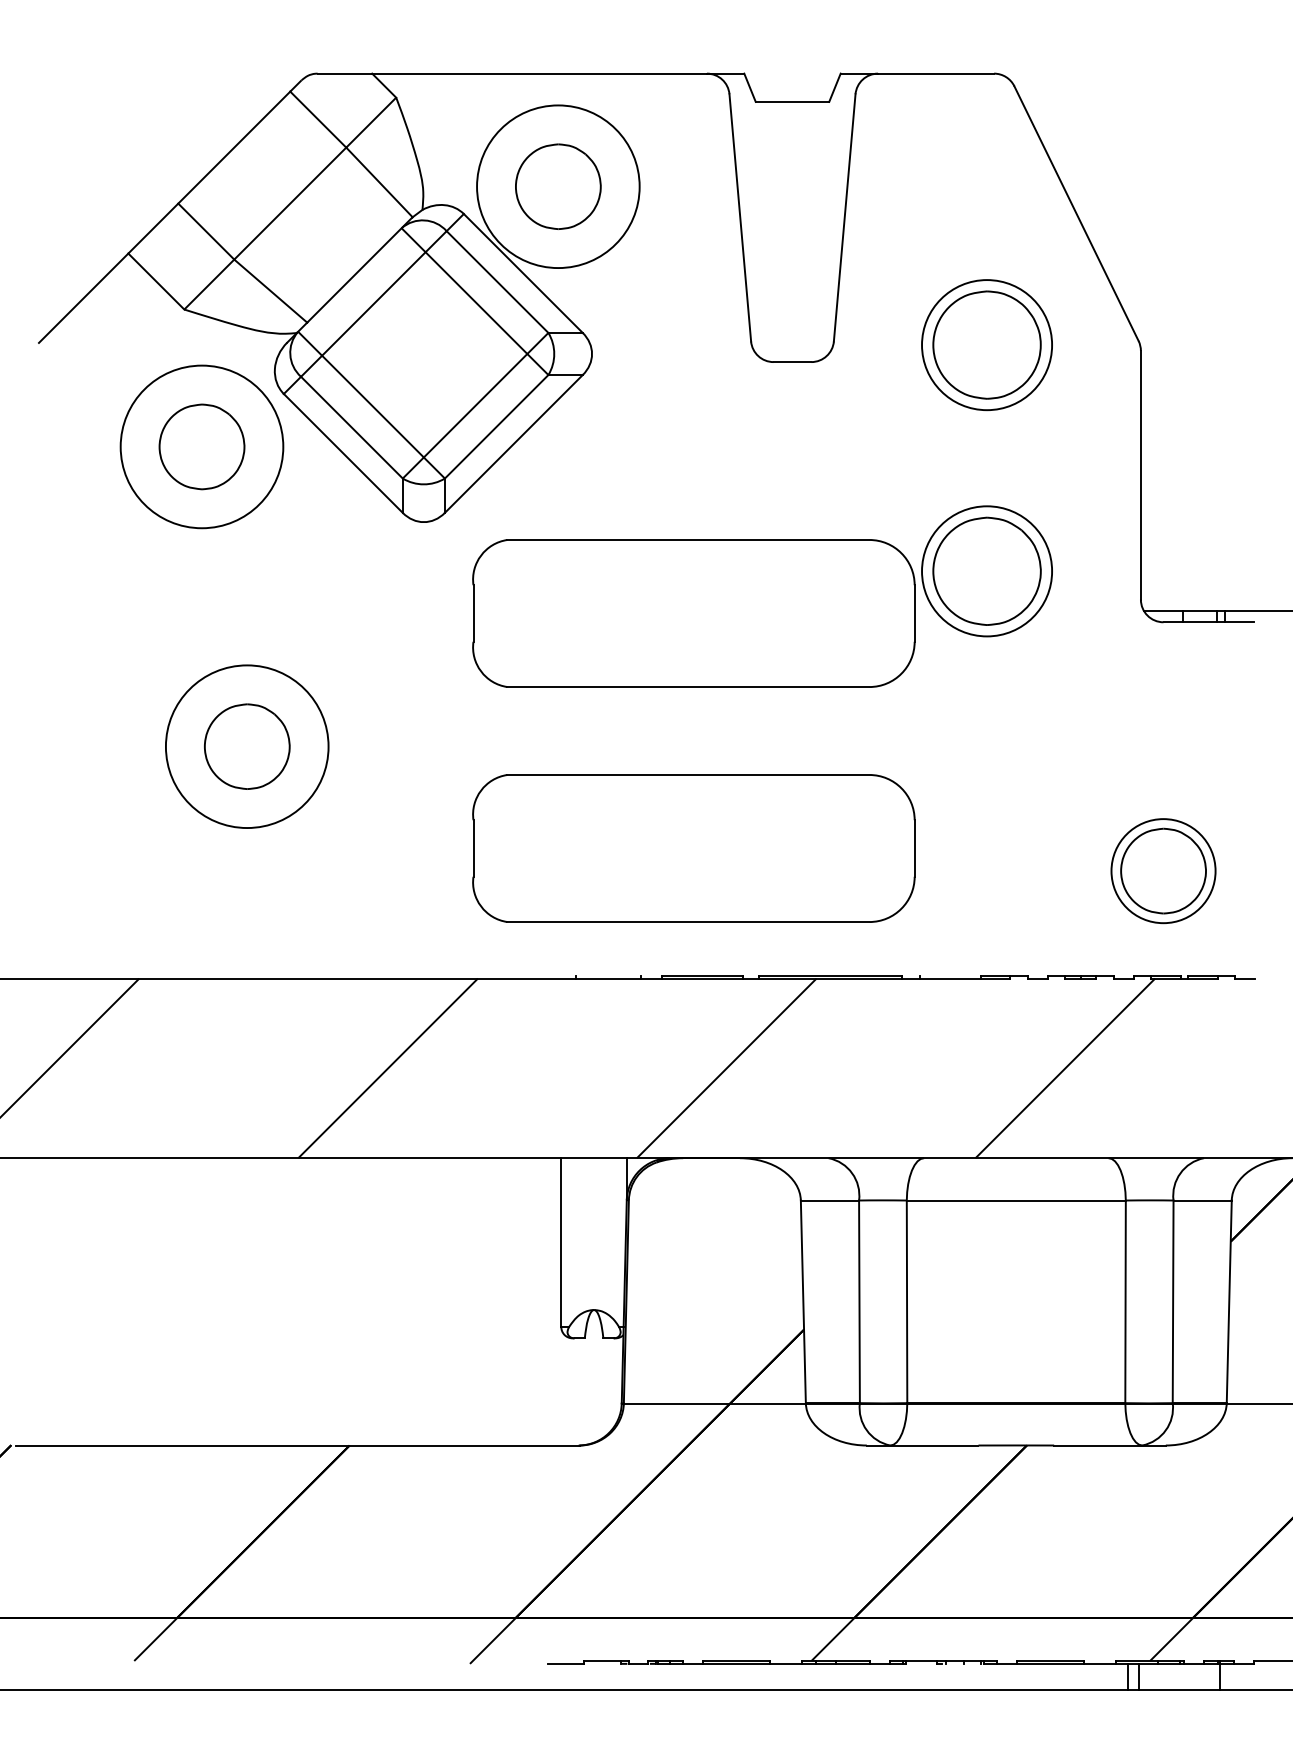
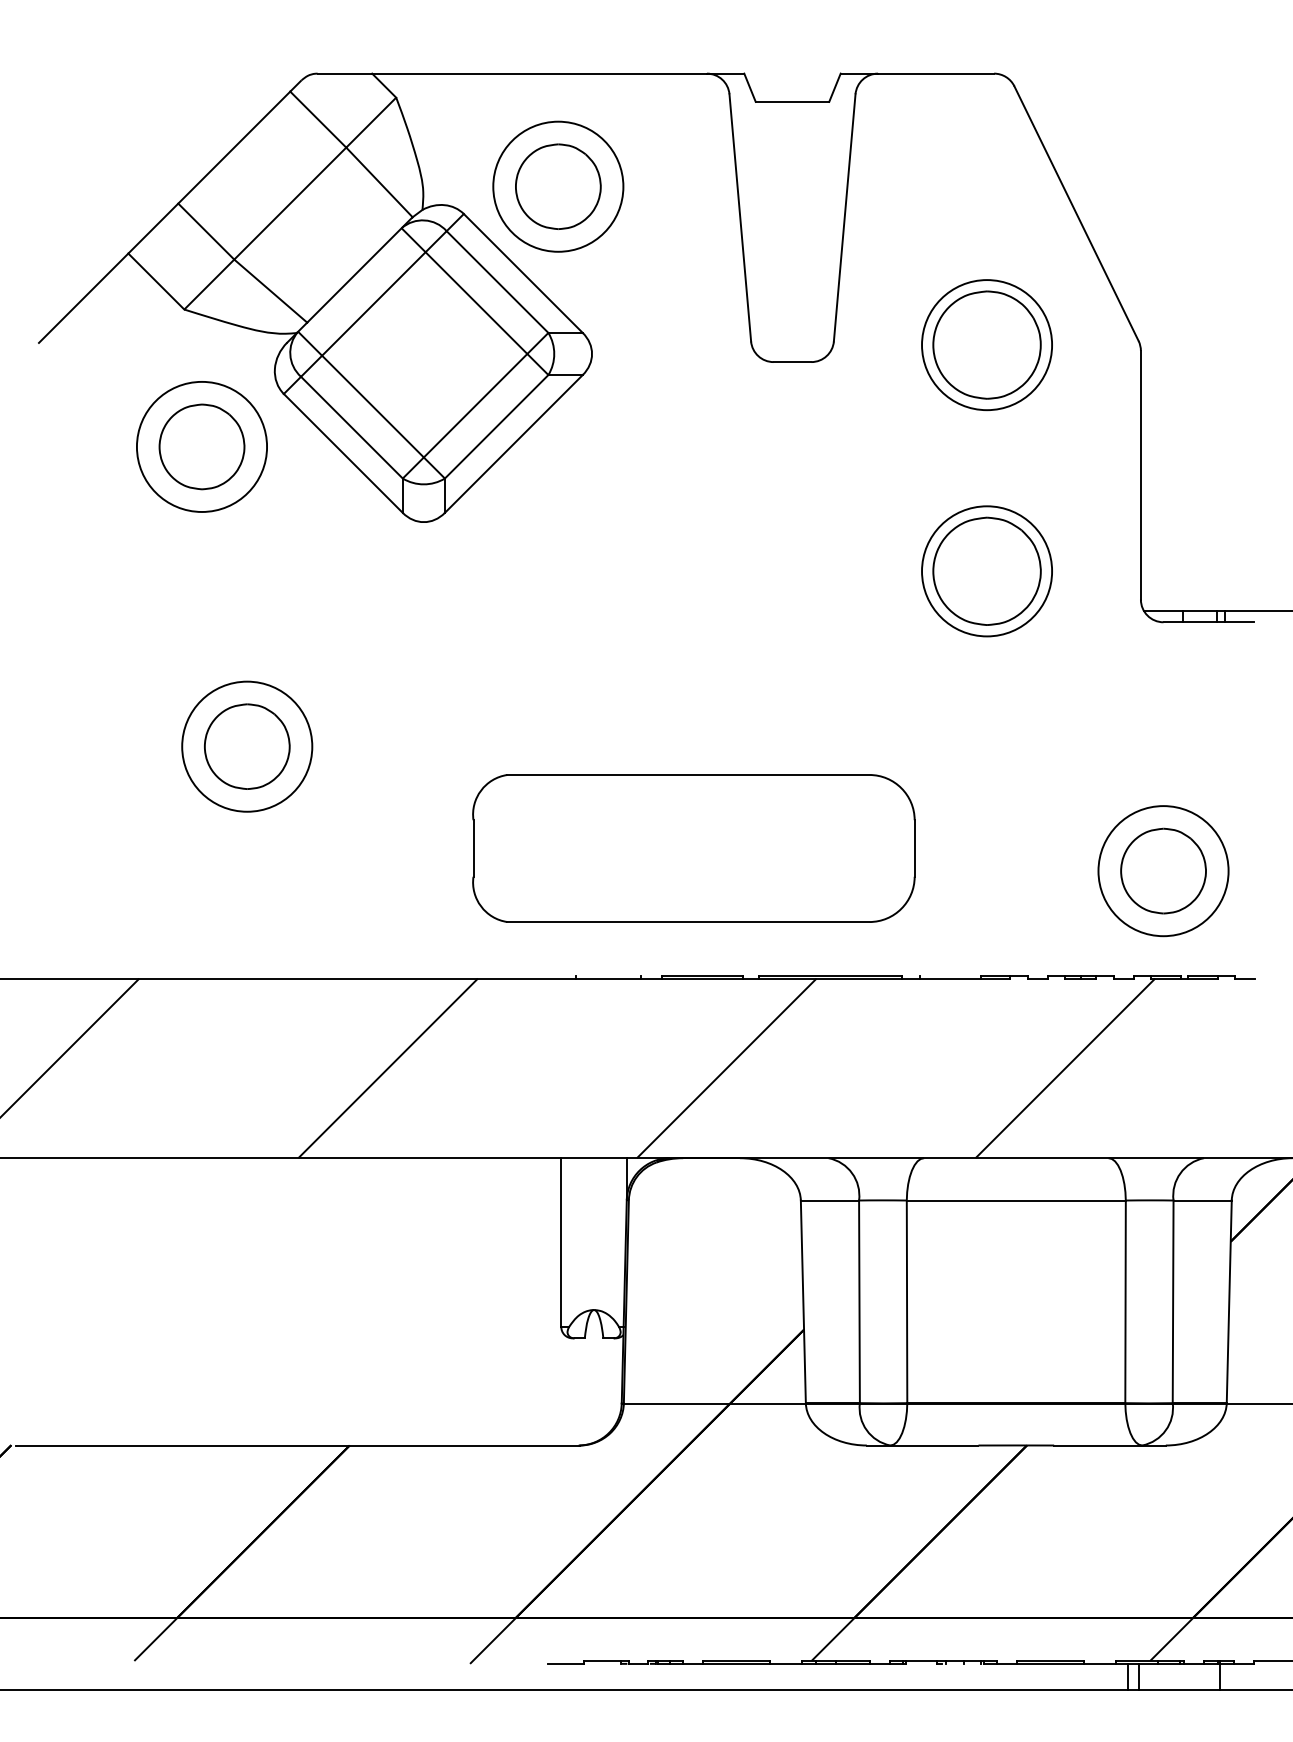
circle at (558, 186) diameter: 163 px -> 130 px
circle at (201, 446) diameter: 163 px -> 130 px
part at (693, 613): present -> none
circle at (246, 746) diameter: 163 px -> 130 px
circle at (1163, 871) diameter: 104 px -> 130 px
